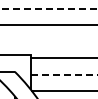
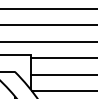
line at (49, 8): dashed -> solid
line at (48, 41): none -> present
line at (65, 74): dashed -> solid
